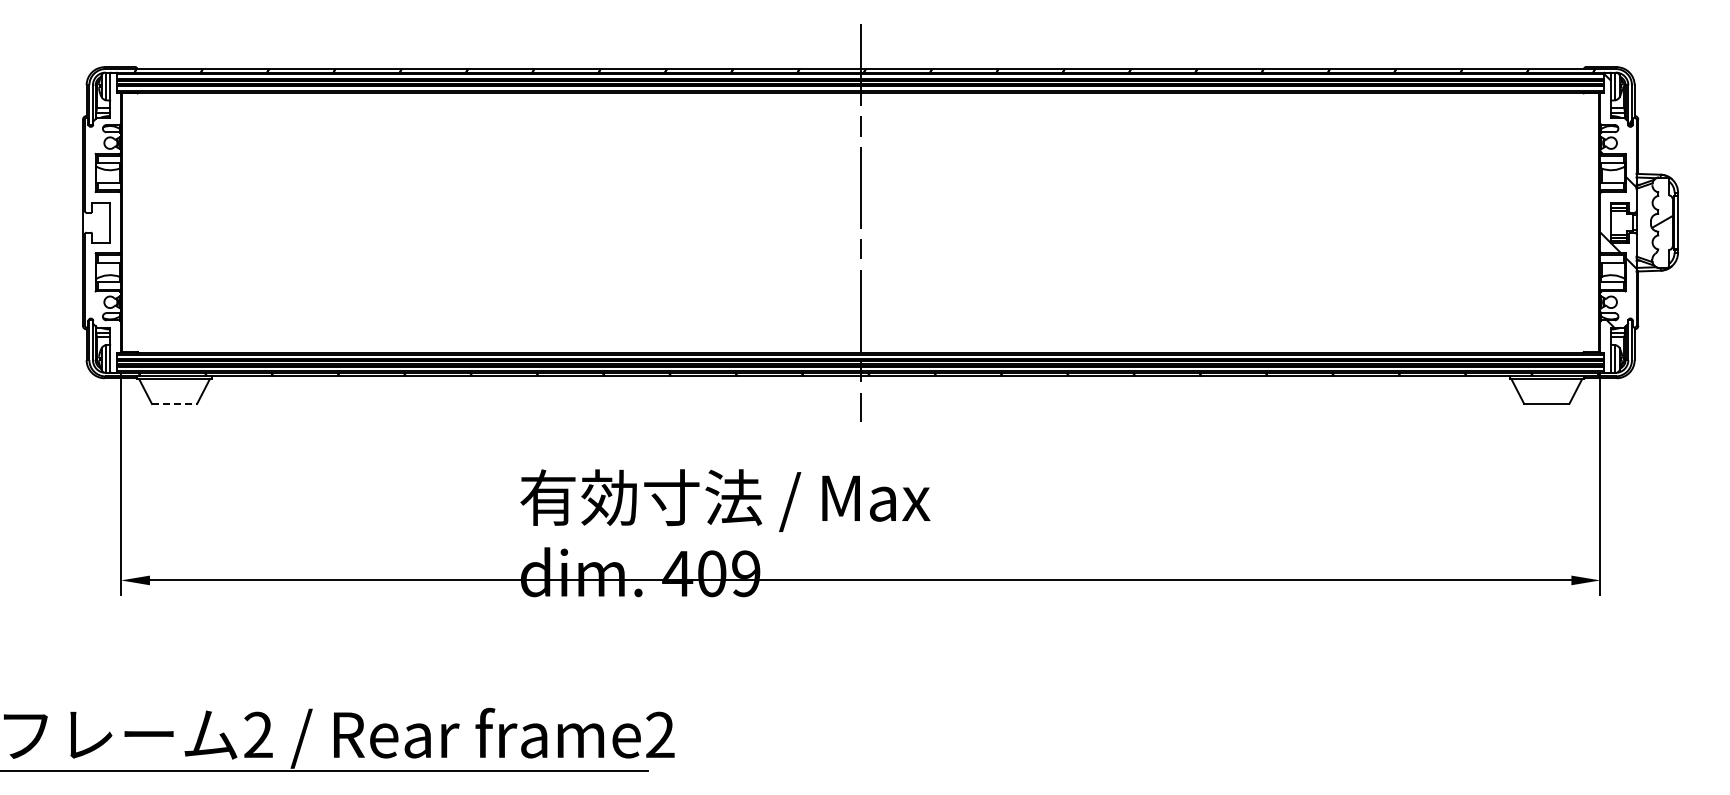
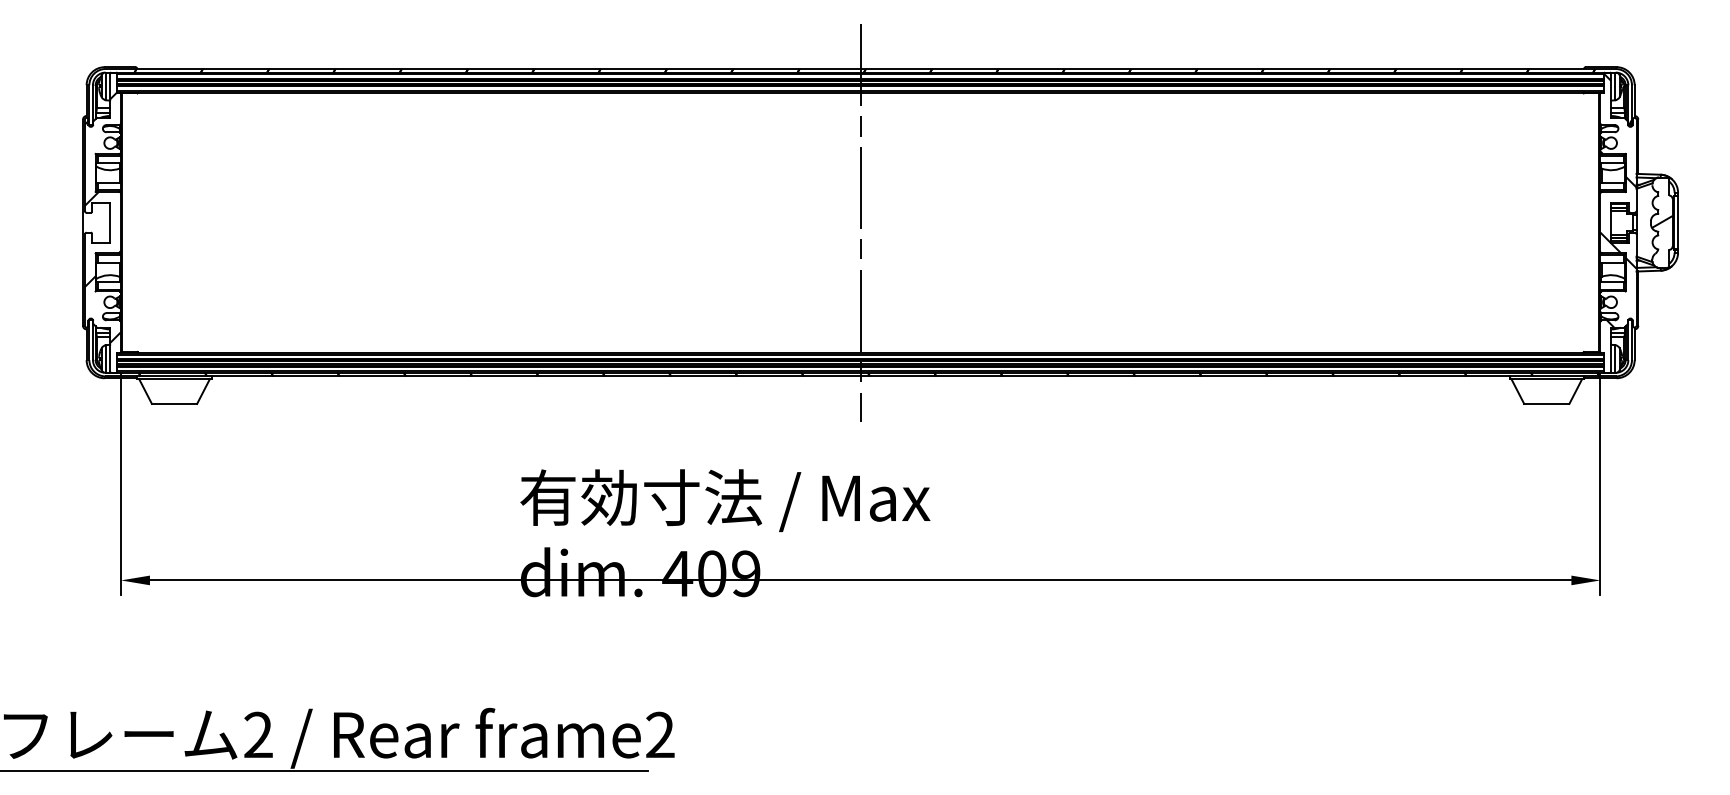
hatch at (102, 217): none -> present
line at (174, 403): dashed -> solid
